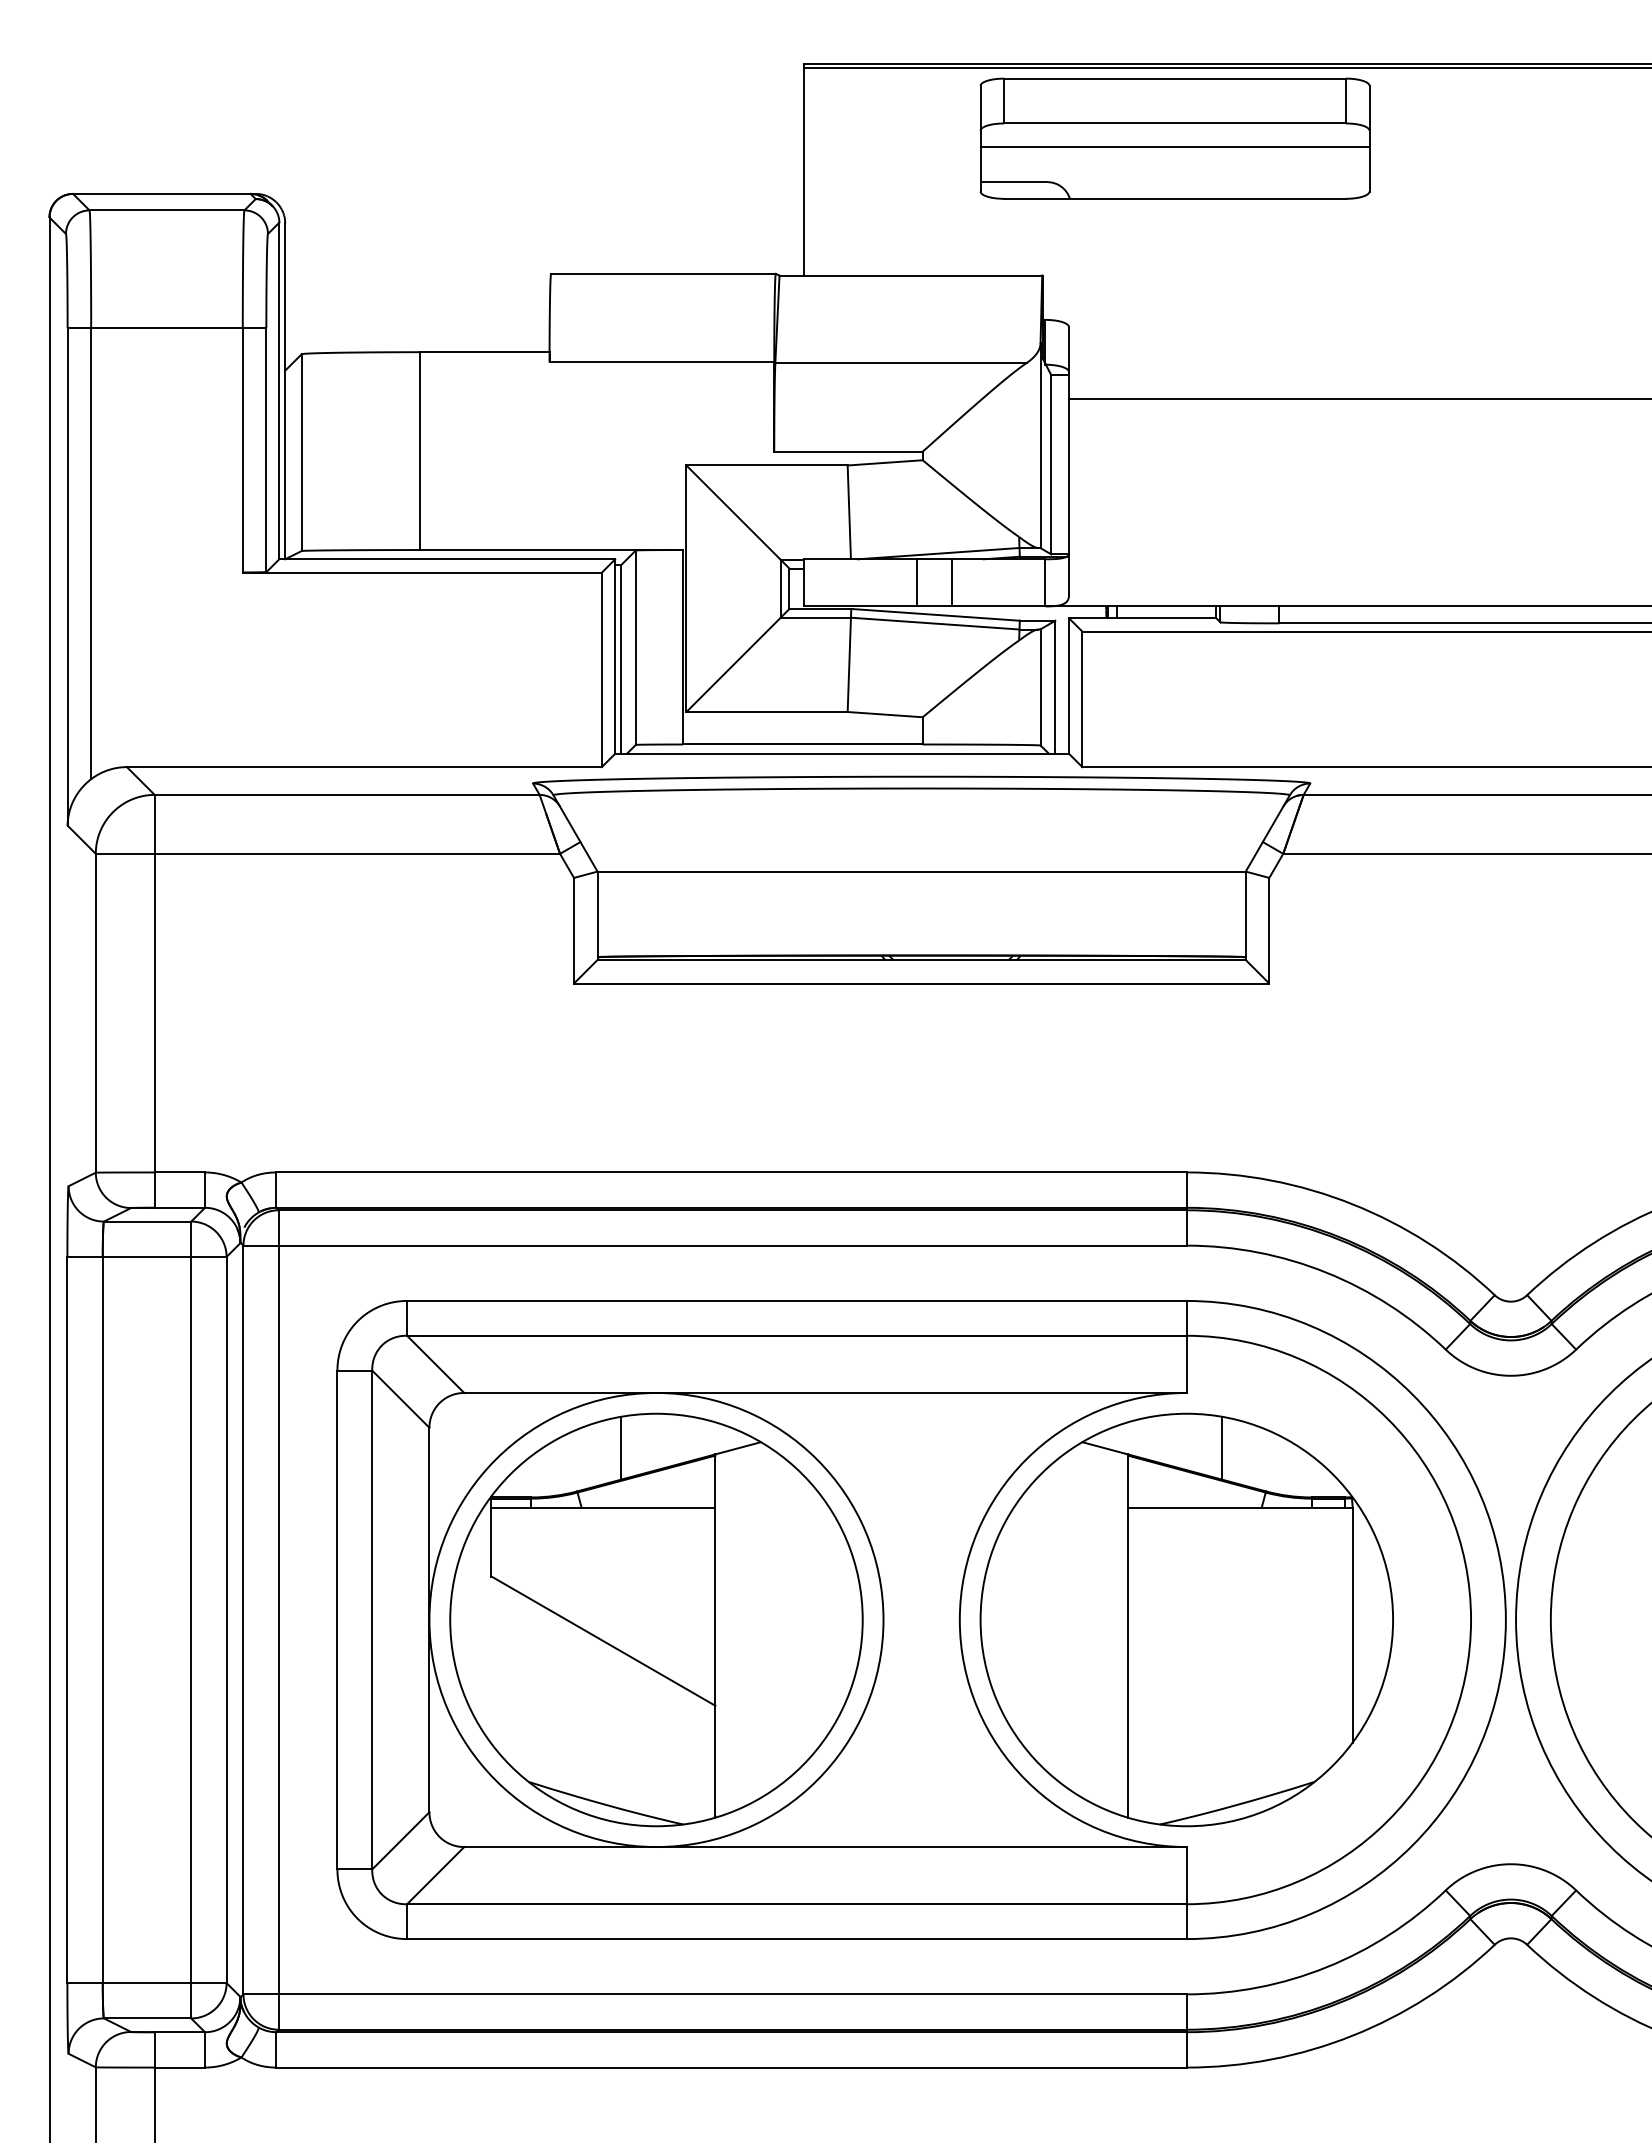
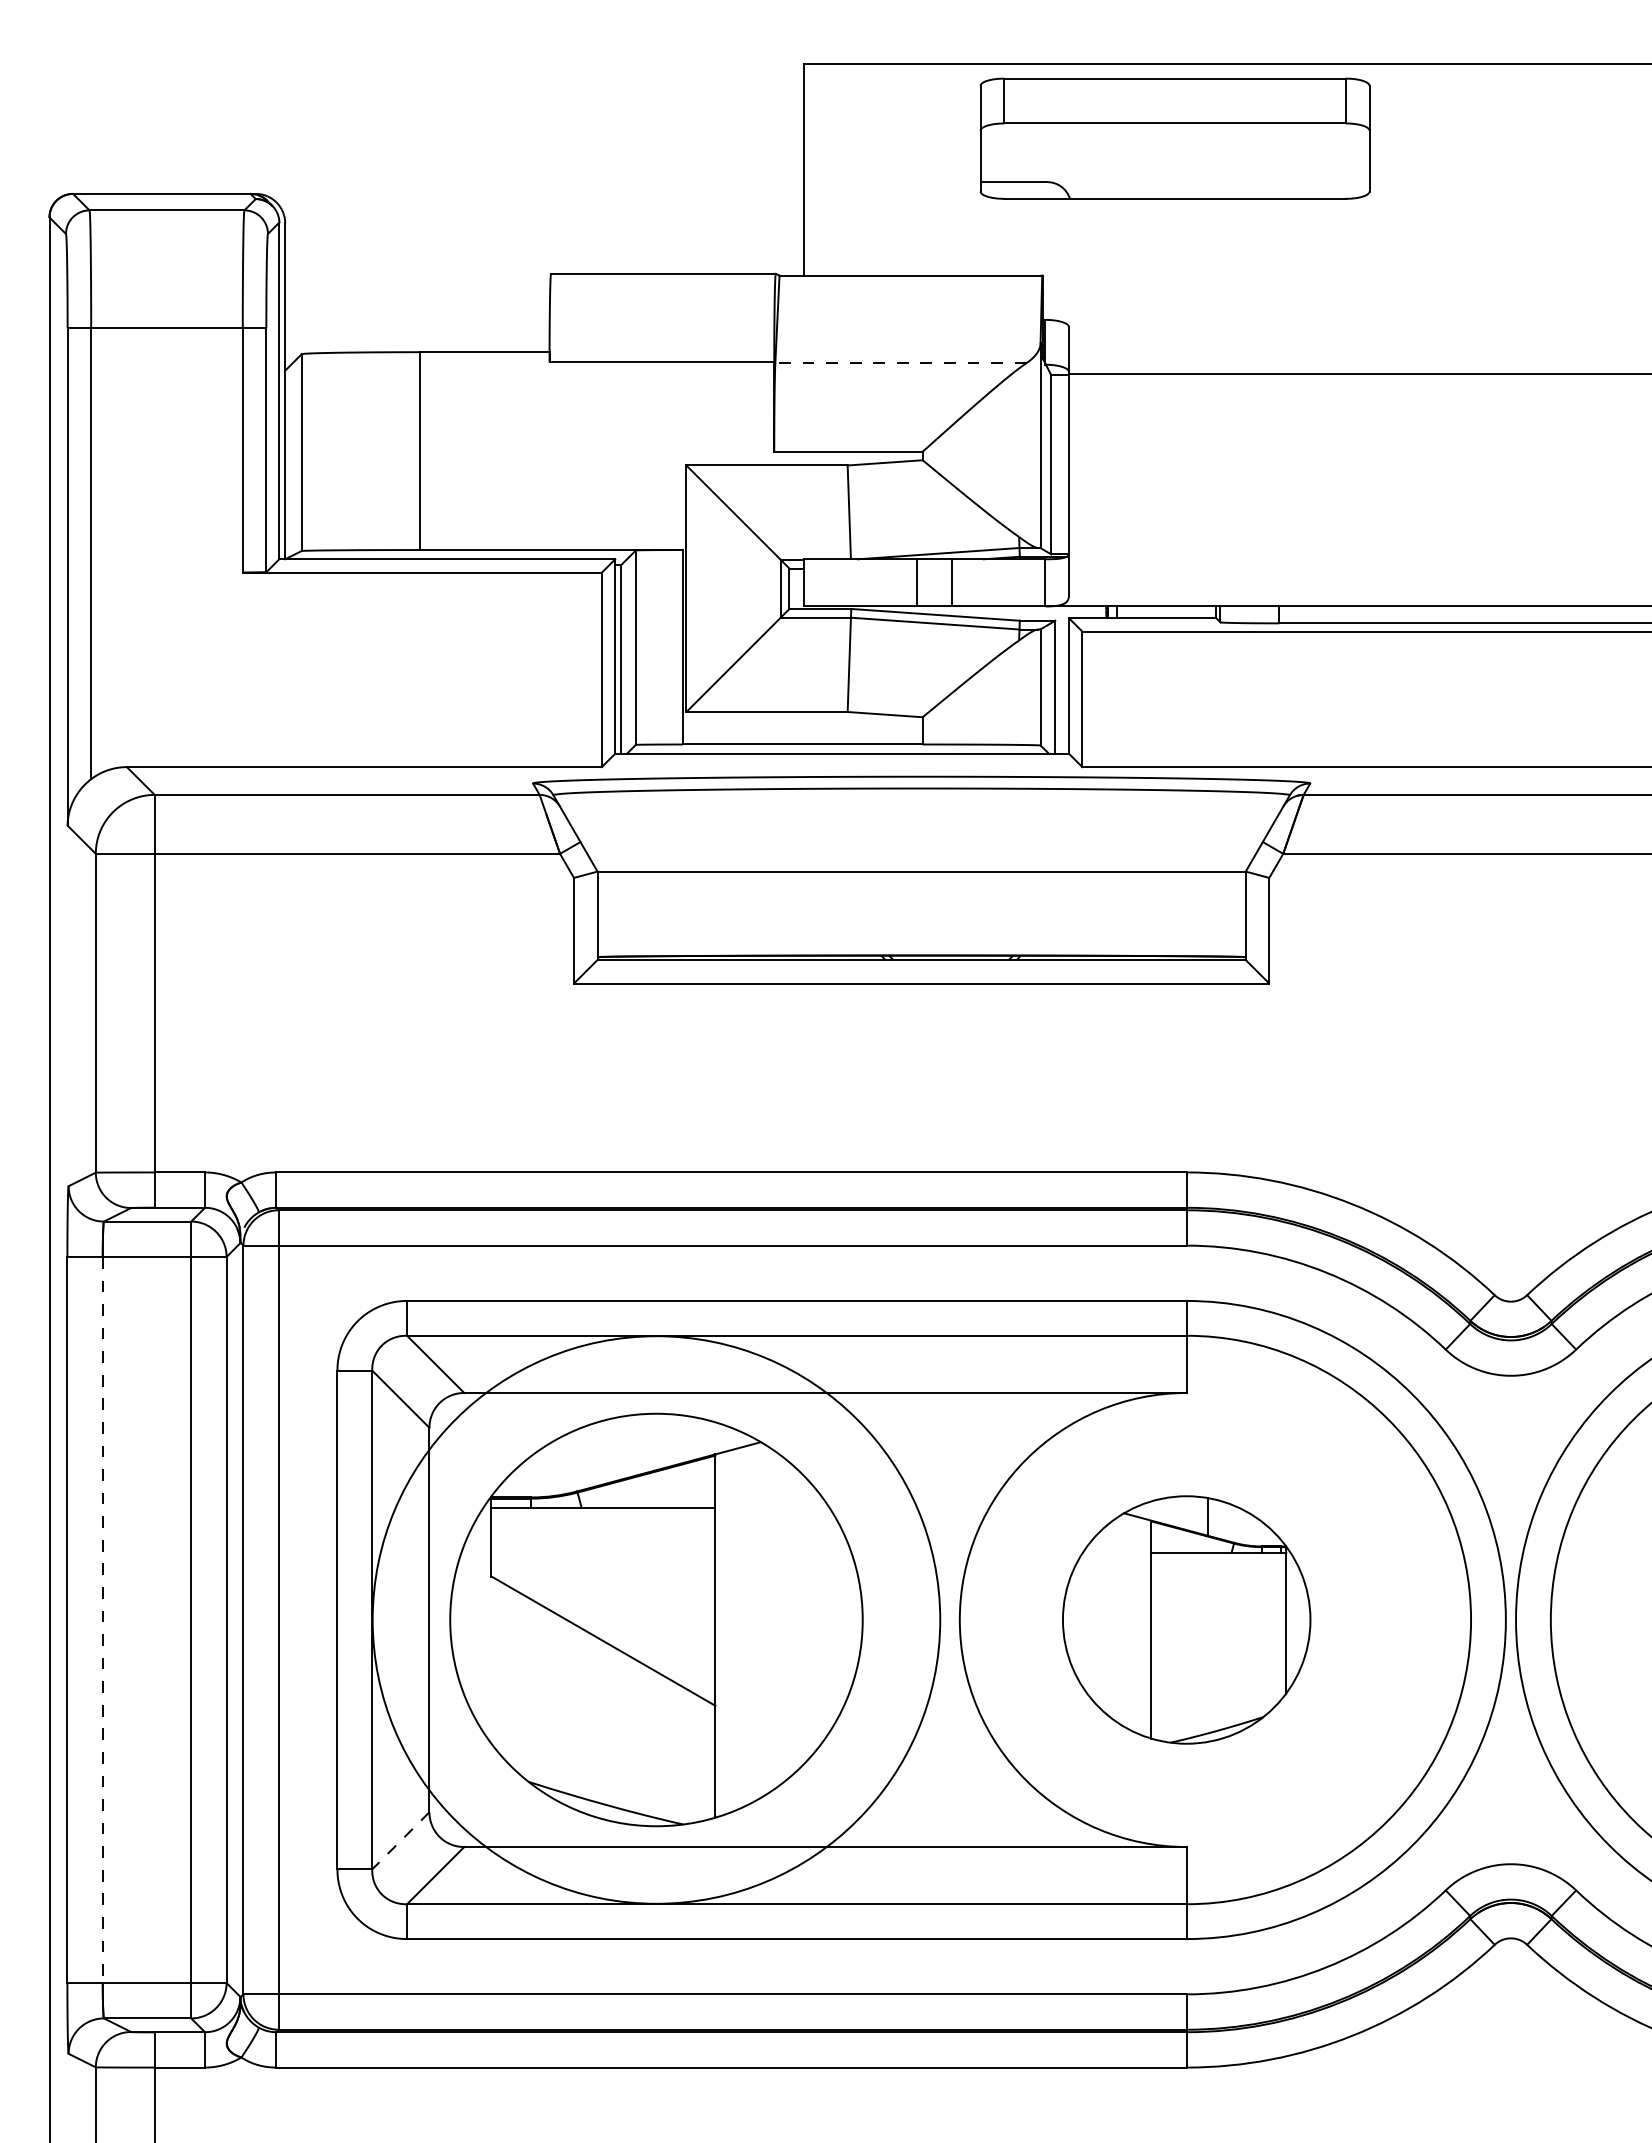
line at (1225, 68): present -> none
line at (1174, 146): present -> none
line at (900, 363): solid -> dashed
line at (1358, 399) position: (1358, 399) -> (1358, 374)
line at (621, 1447): present -> none
circle at (656, 1619) diameter: 454 px -> 568 px
part at (1186, 1619) size: 415x416 px -> 250x250 px
line at (102, 1620): solid -> dashed
line at (400, 1841): solid -> dashed
